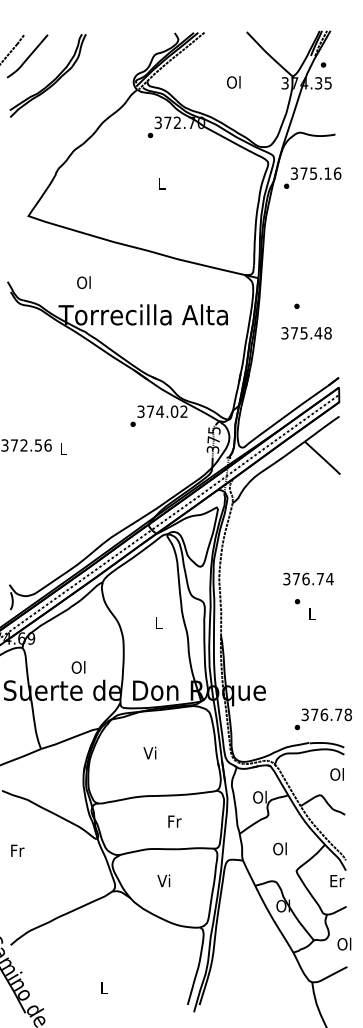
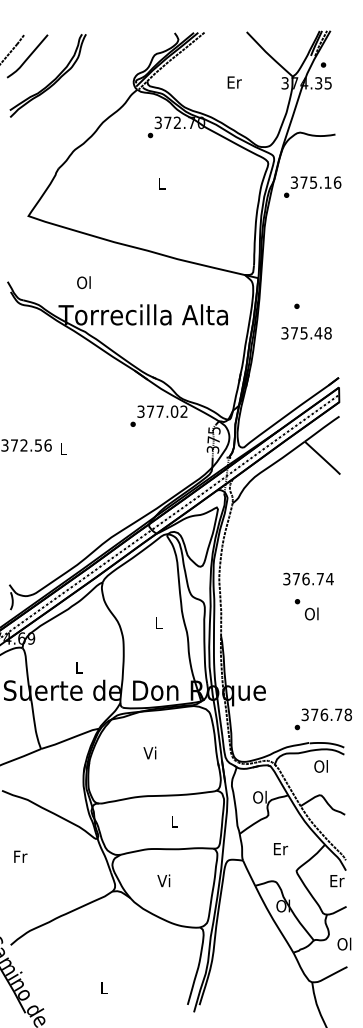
text at (234, 82): Ol -> Er
text at (312, 177) position: (312, 177) -> (312, 186)
text at (160, 411): 374.02 -> 377.02
text at (311, 613): L -> Ol
text at (78, 667): Ol -> L
text at (336, 774) position: (336, 774) -> (320, 766)
text at (174, 821): Fr -> L
text at (280, 848): Ol -> Er
text at (17, 850) position: (17, 850) -> (20, 856)
